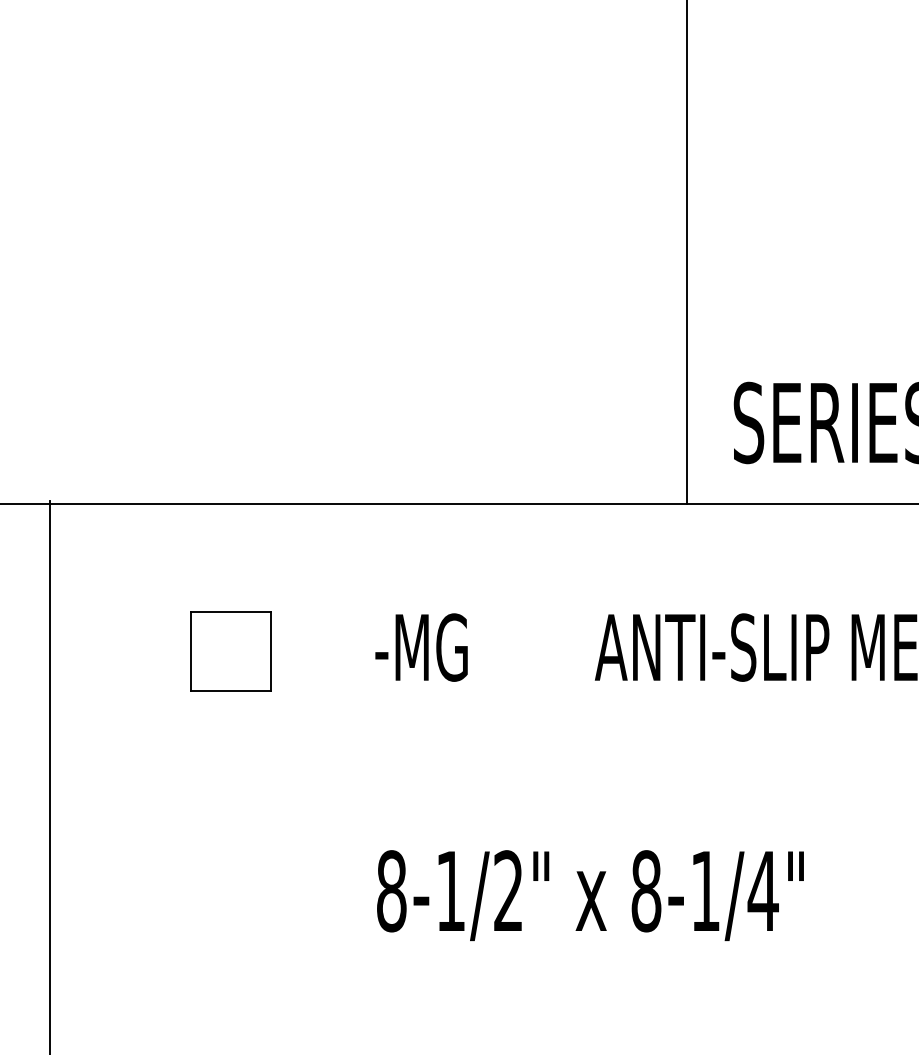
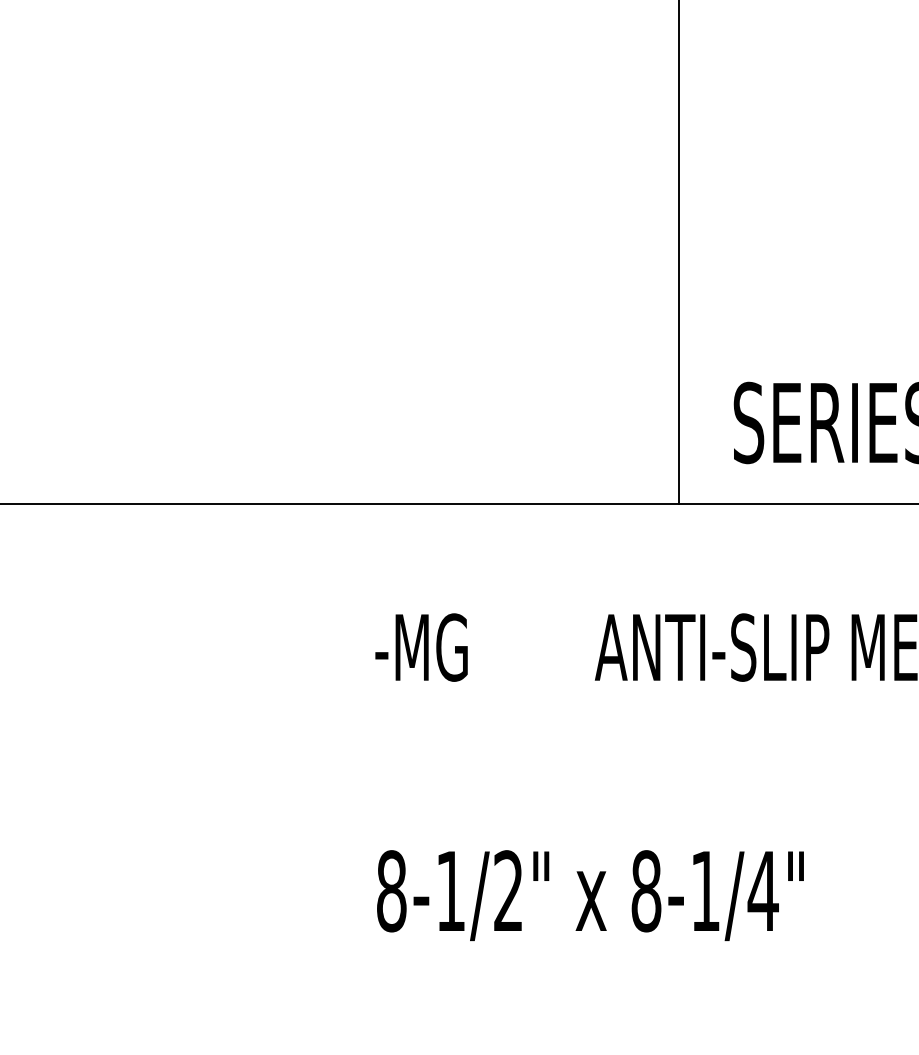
line at (686, 252) position: (686, 252) -> (678, 252)
part at (230, 651): present -> none
line at (49, 776): present -> none
